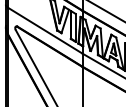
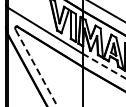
line at (104, 66): solid -> dashed
line at (36, 68): solid -> dashed
